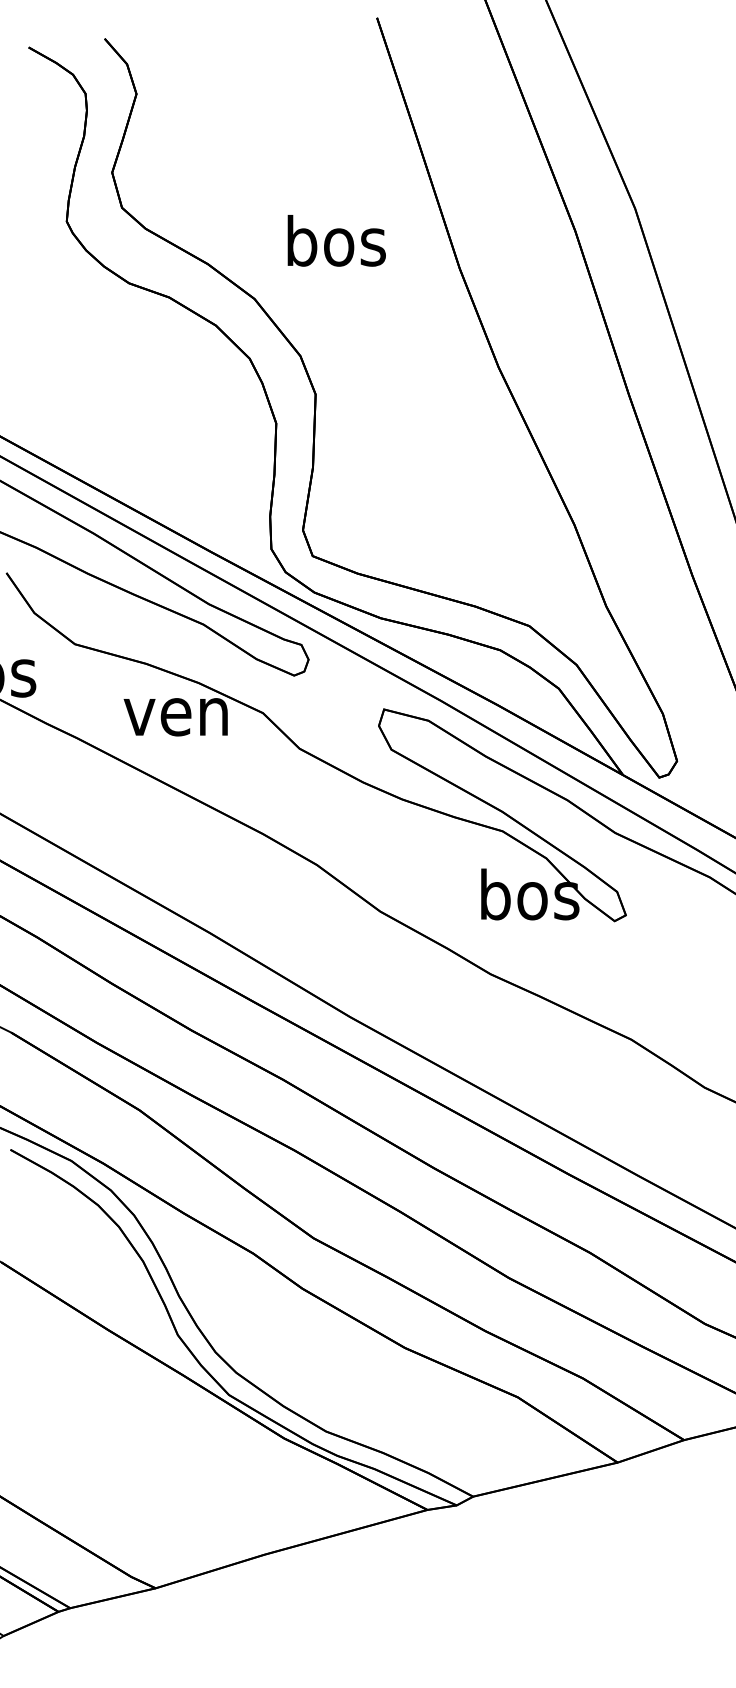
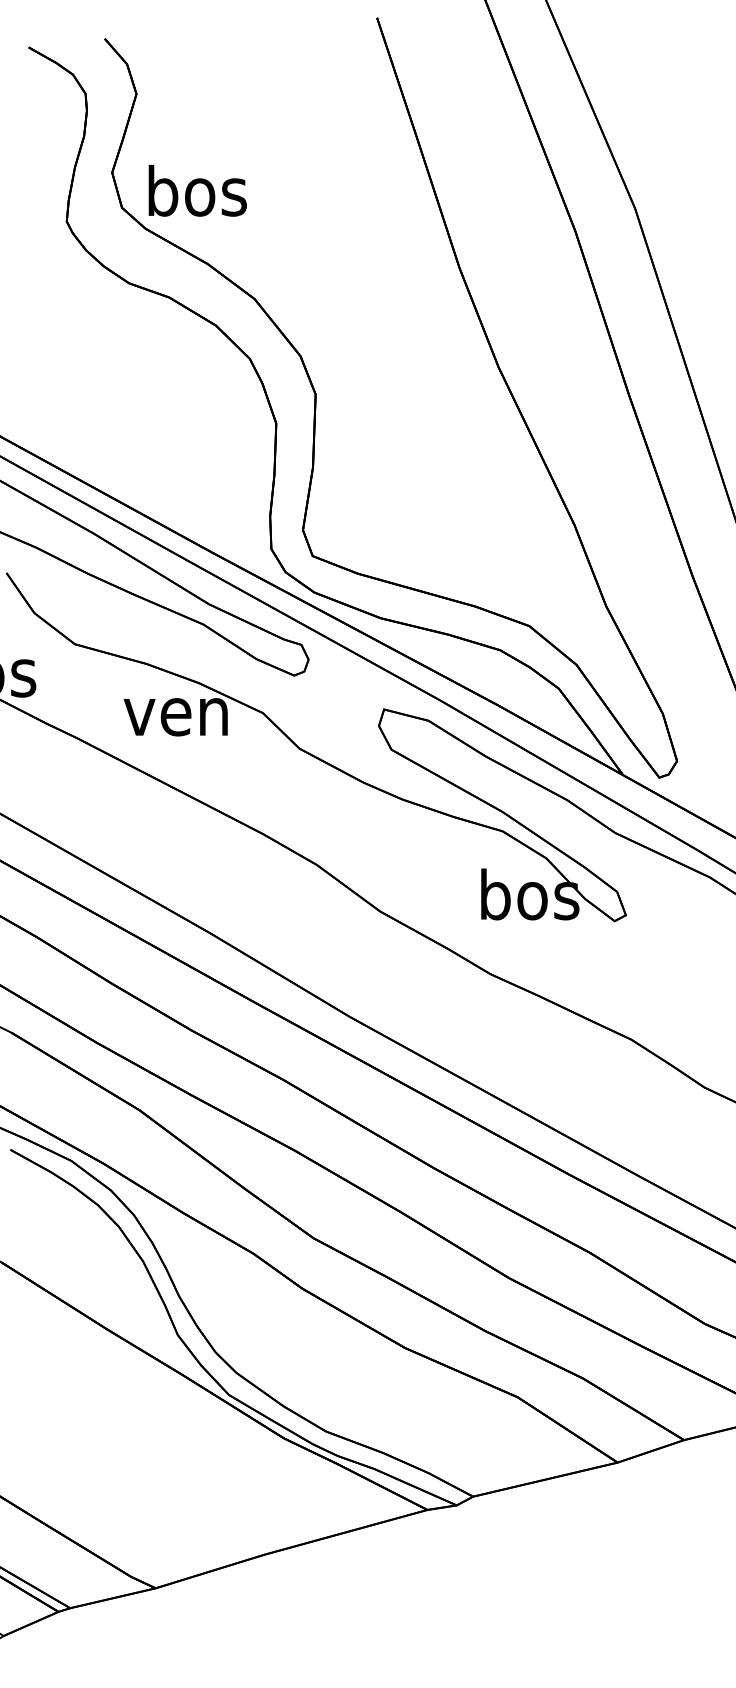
text at (336, 240) position: (336, 240) -> (197, 190)
